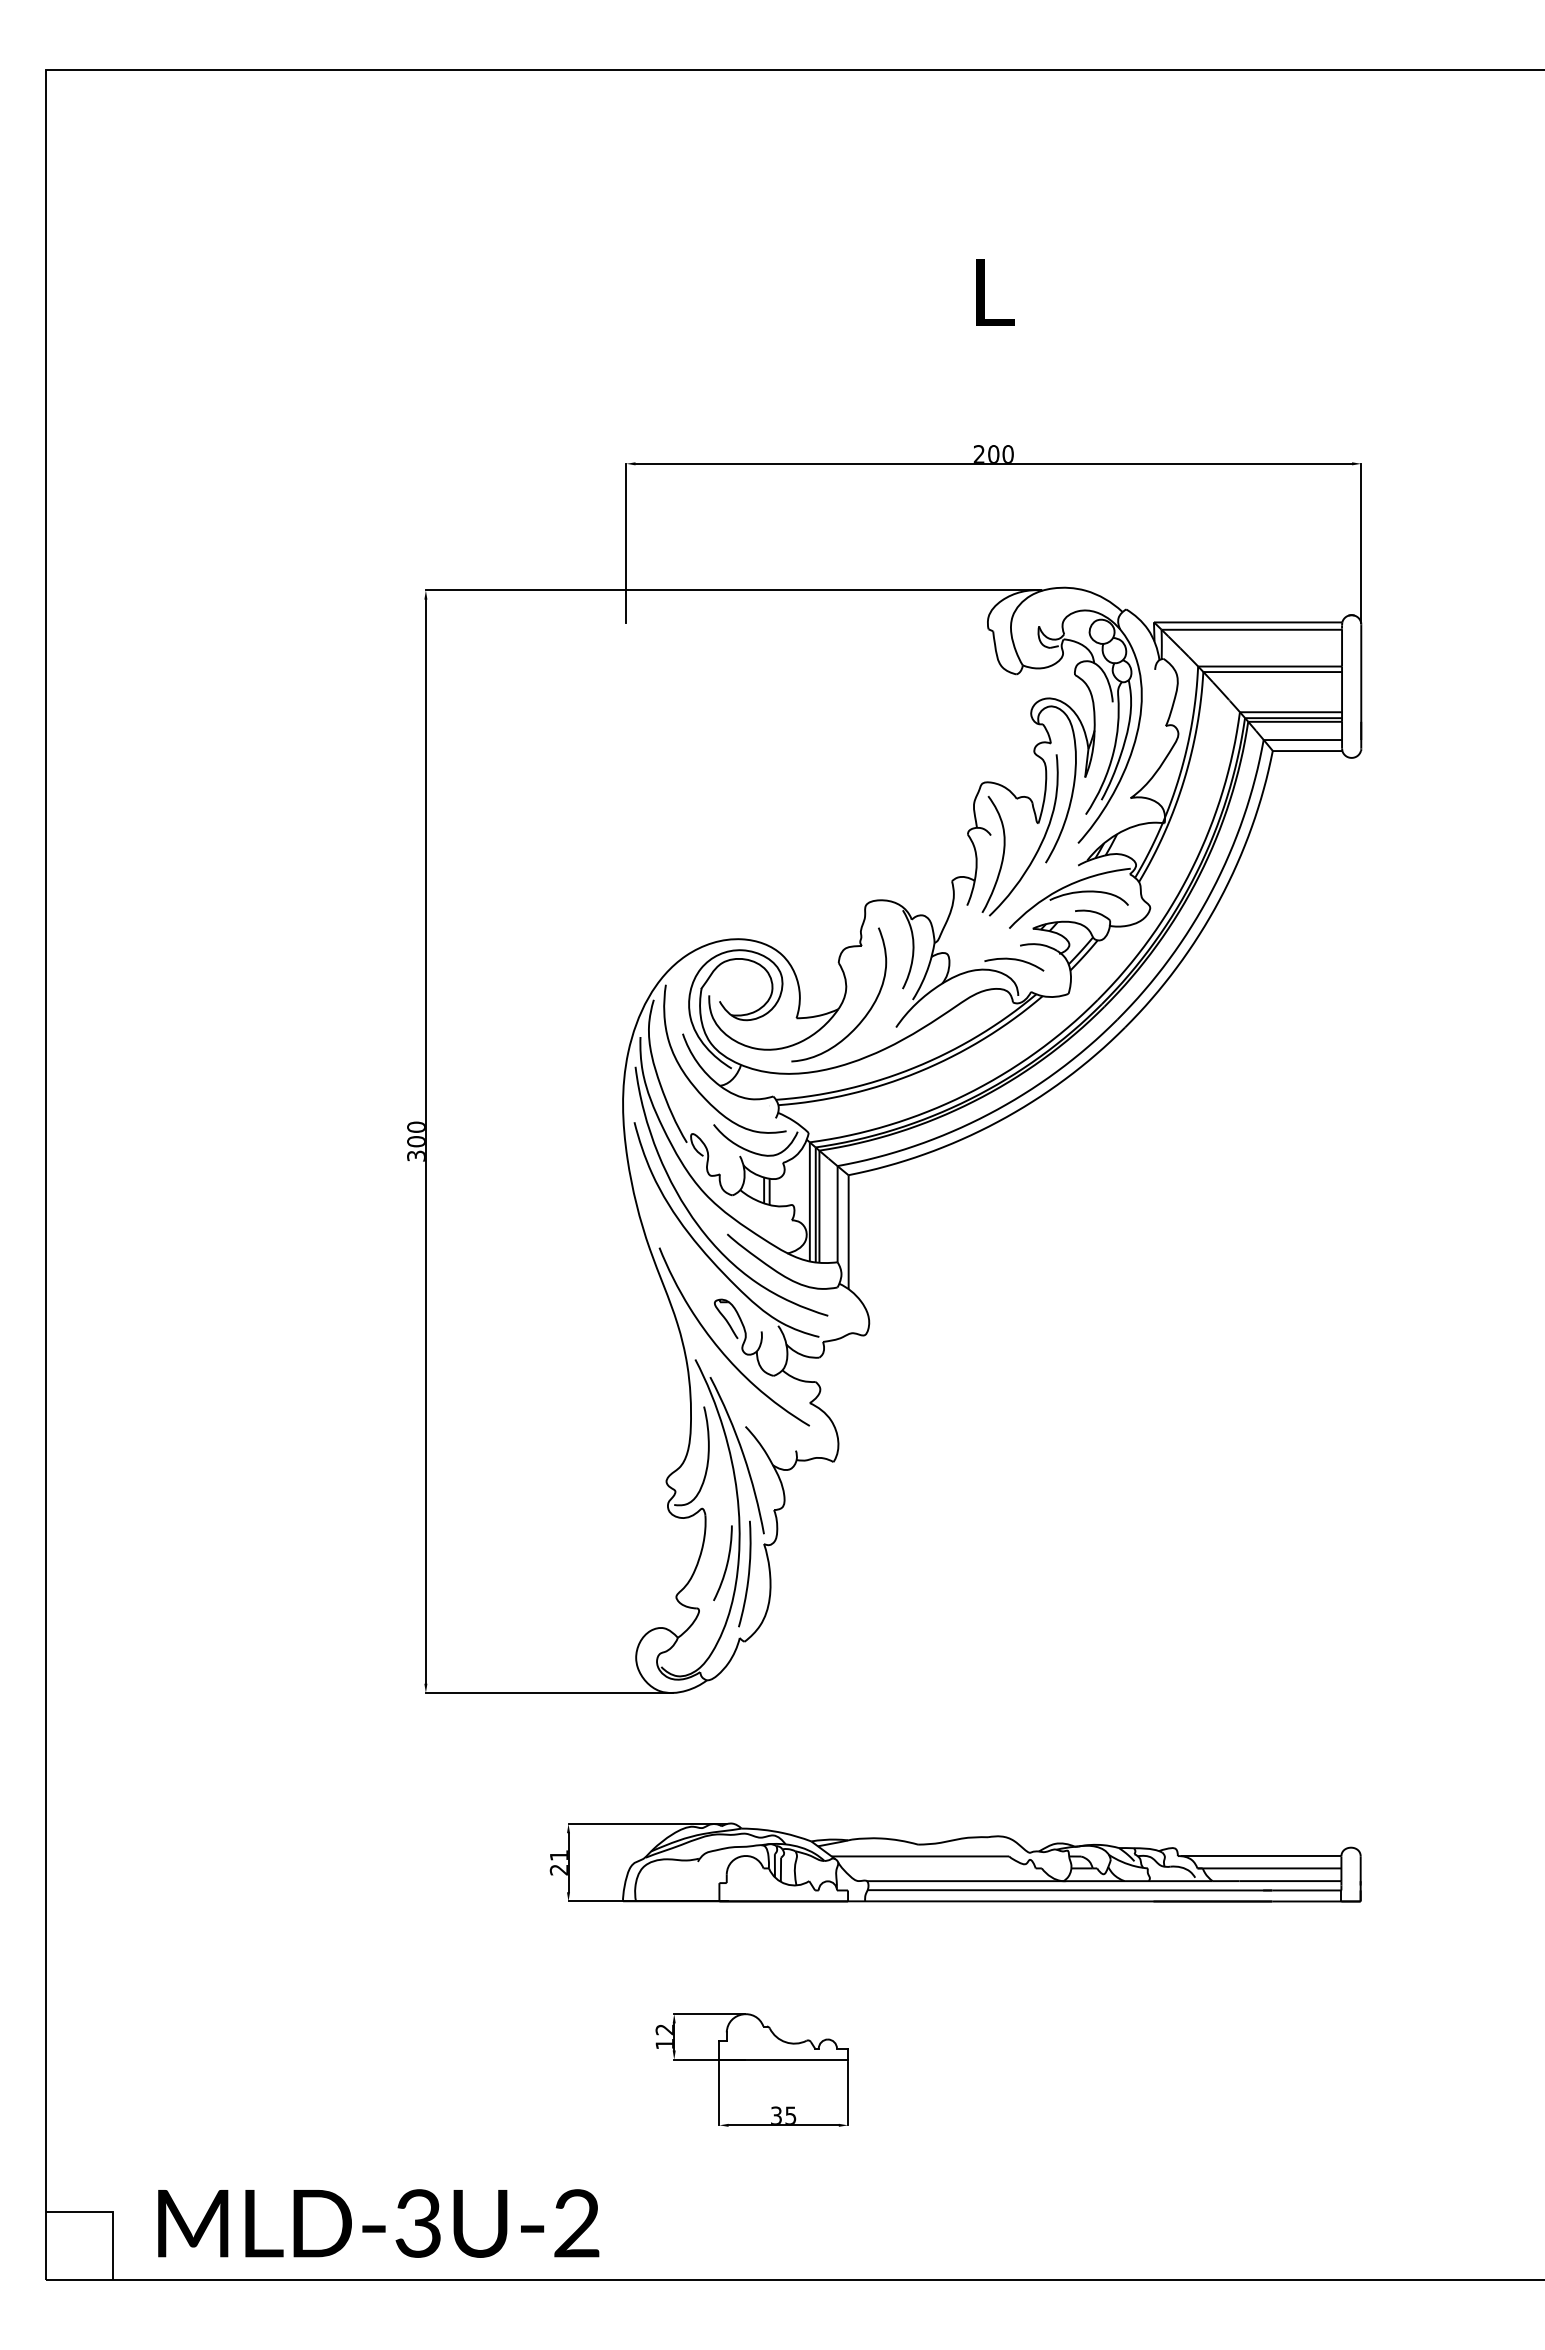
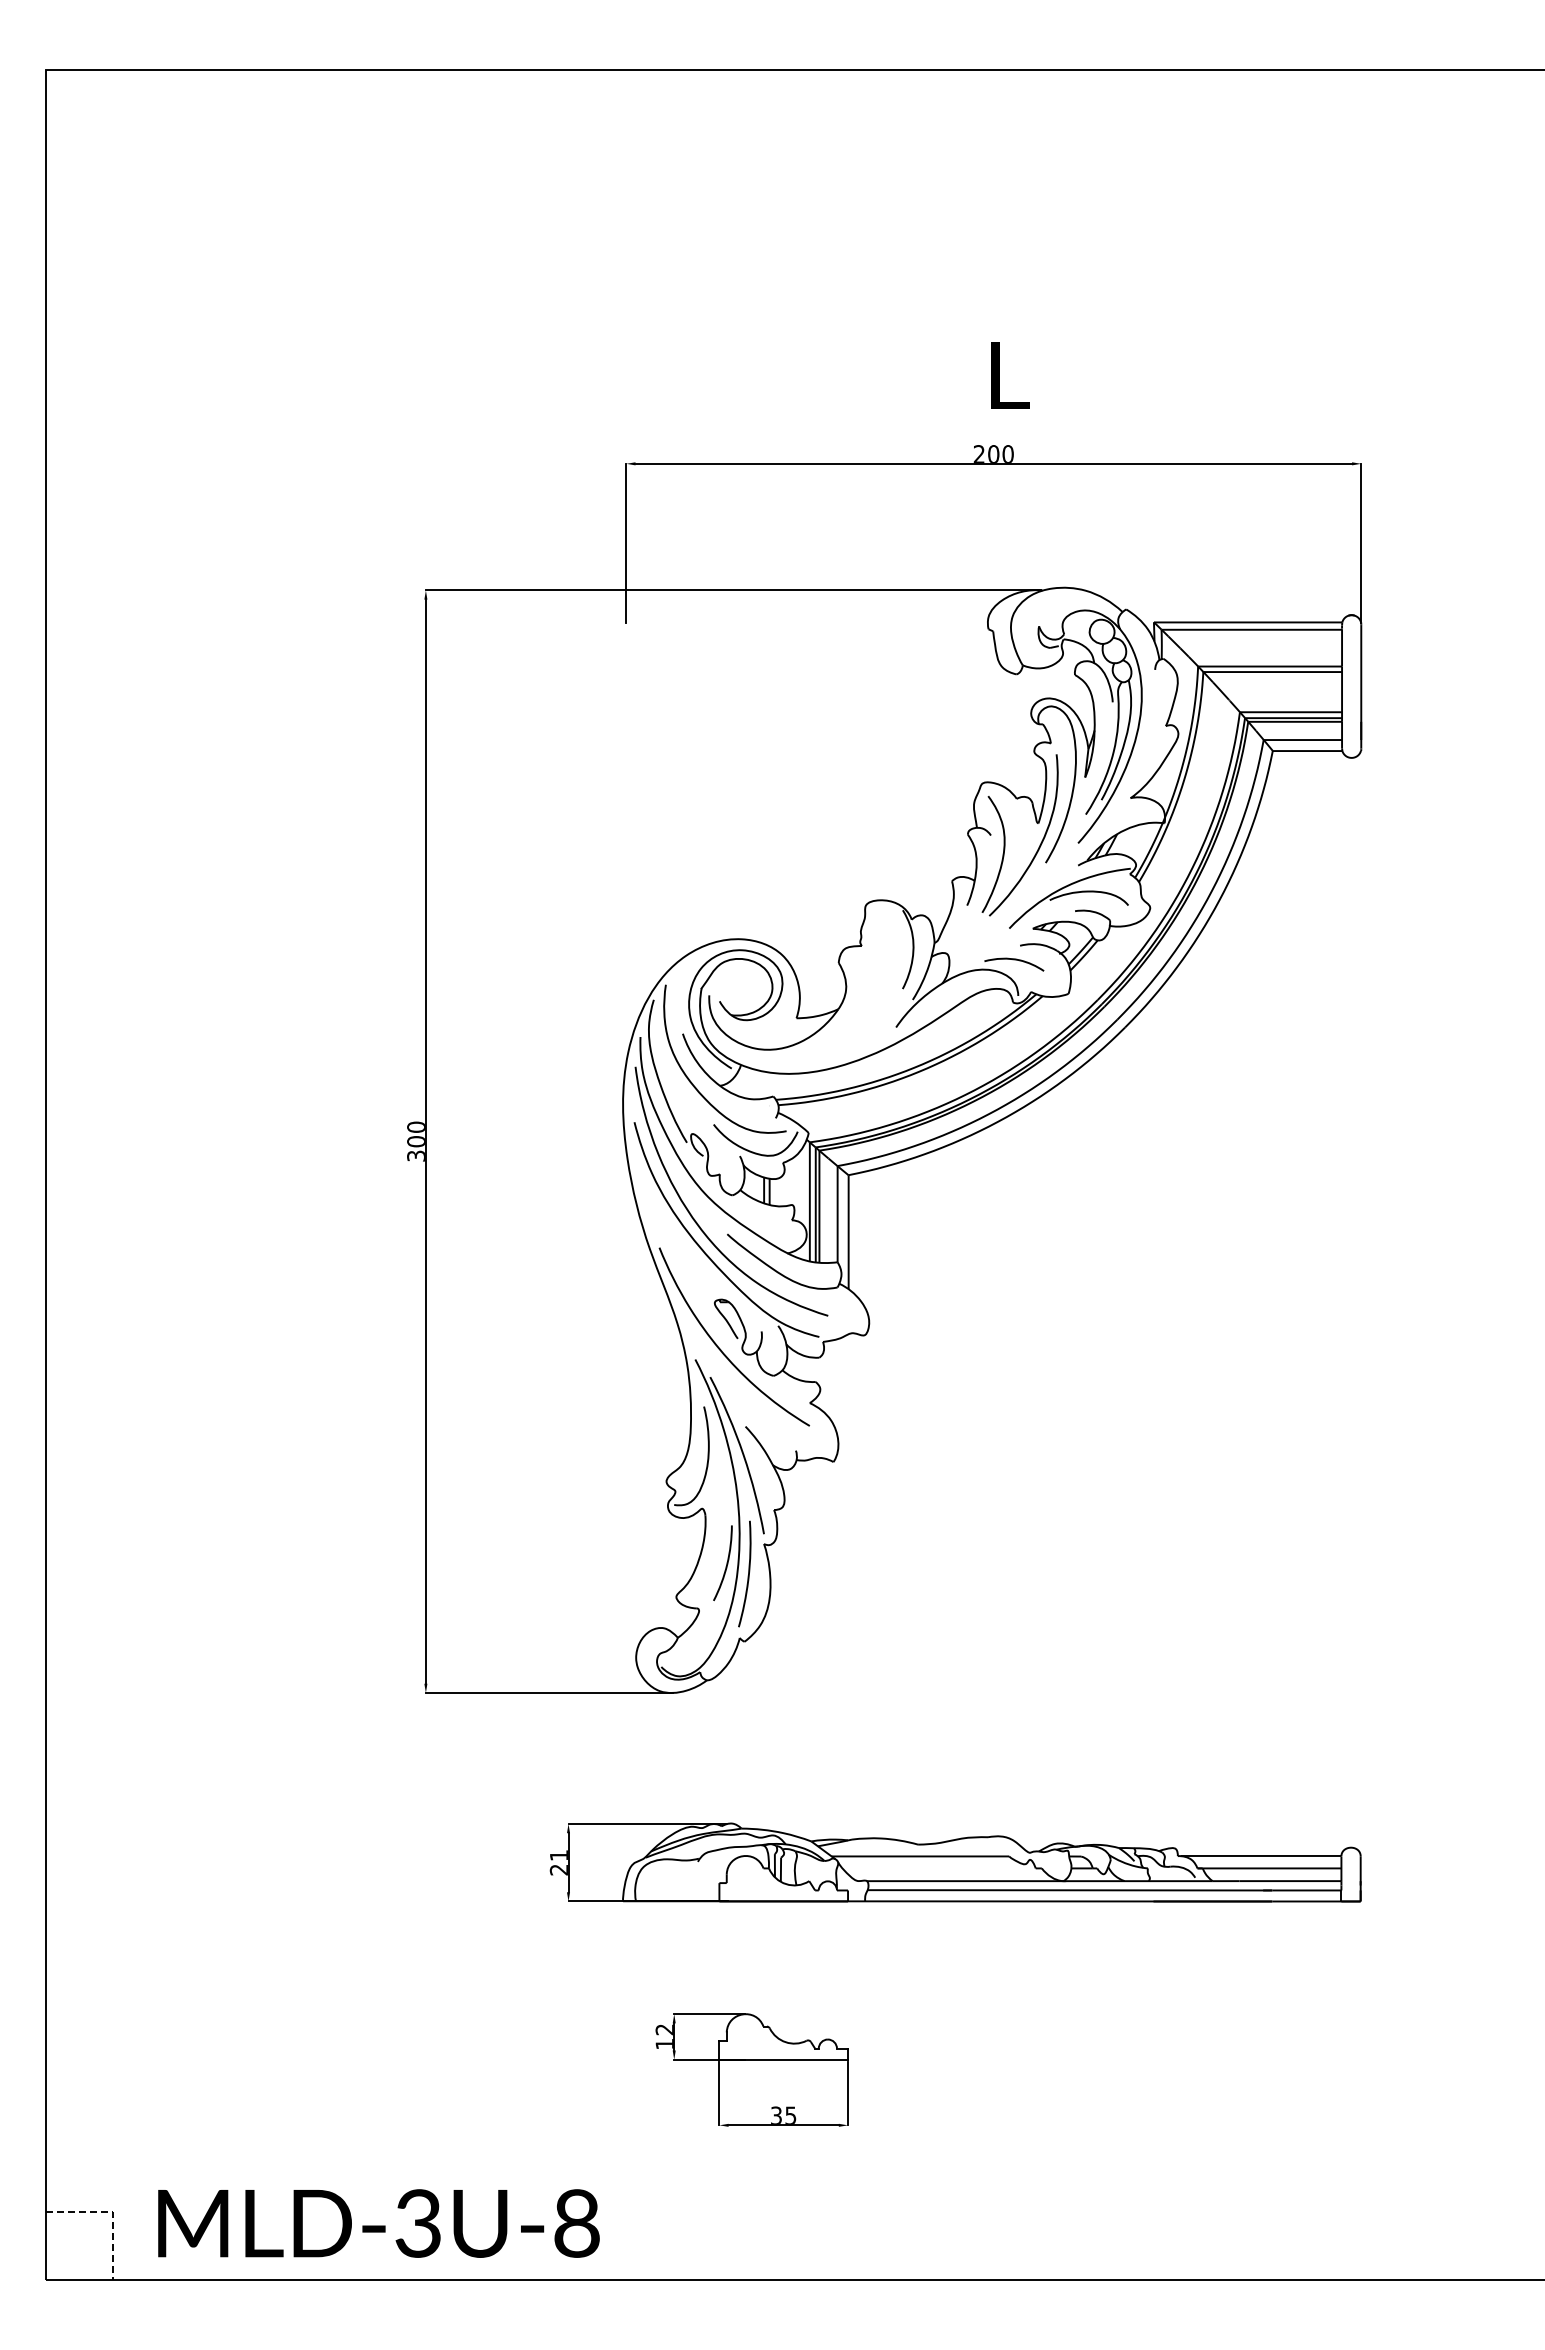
text at (995, 292) position: (995, 292) -> (1010, 375)
curve at (867, 1011): present -> none
line at (113, 2212): solid -> dashed
text at (576, 2223): MLD-3U-2 -> MLD-3U-8
